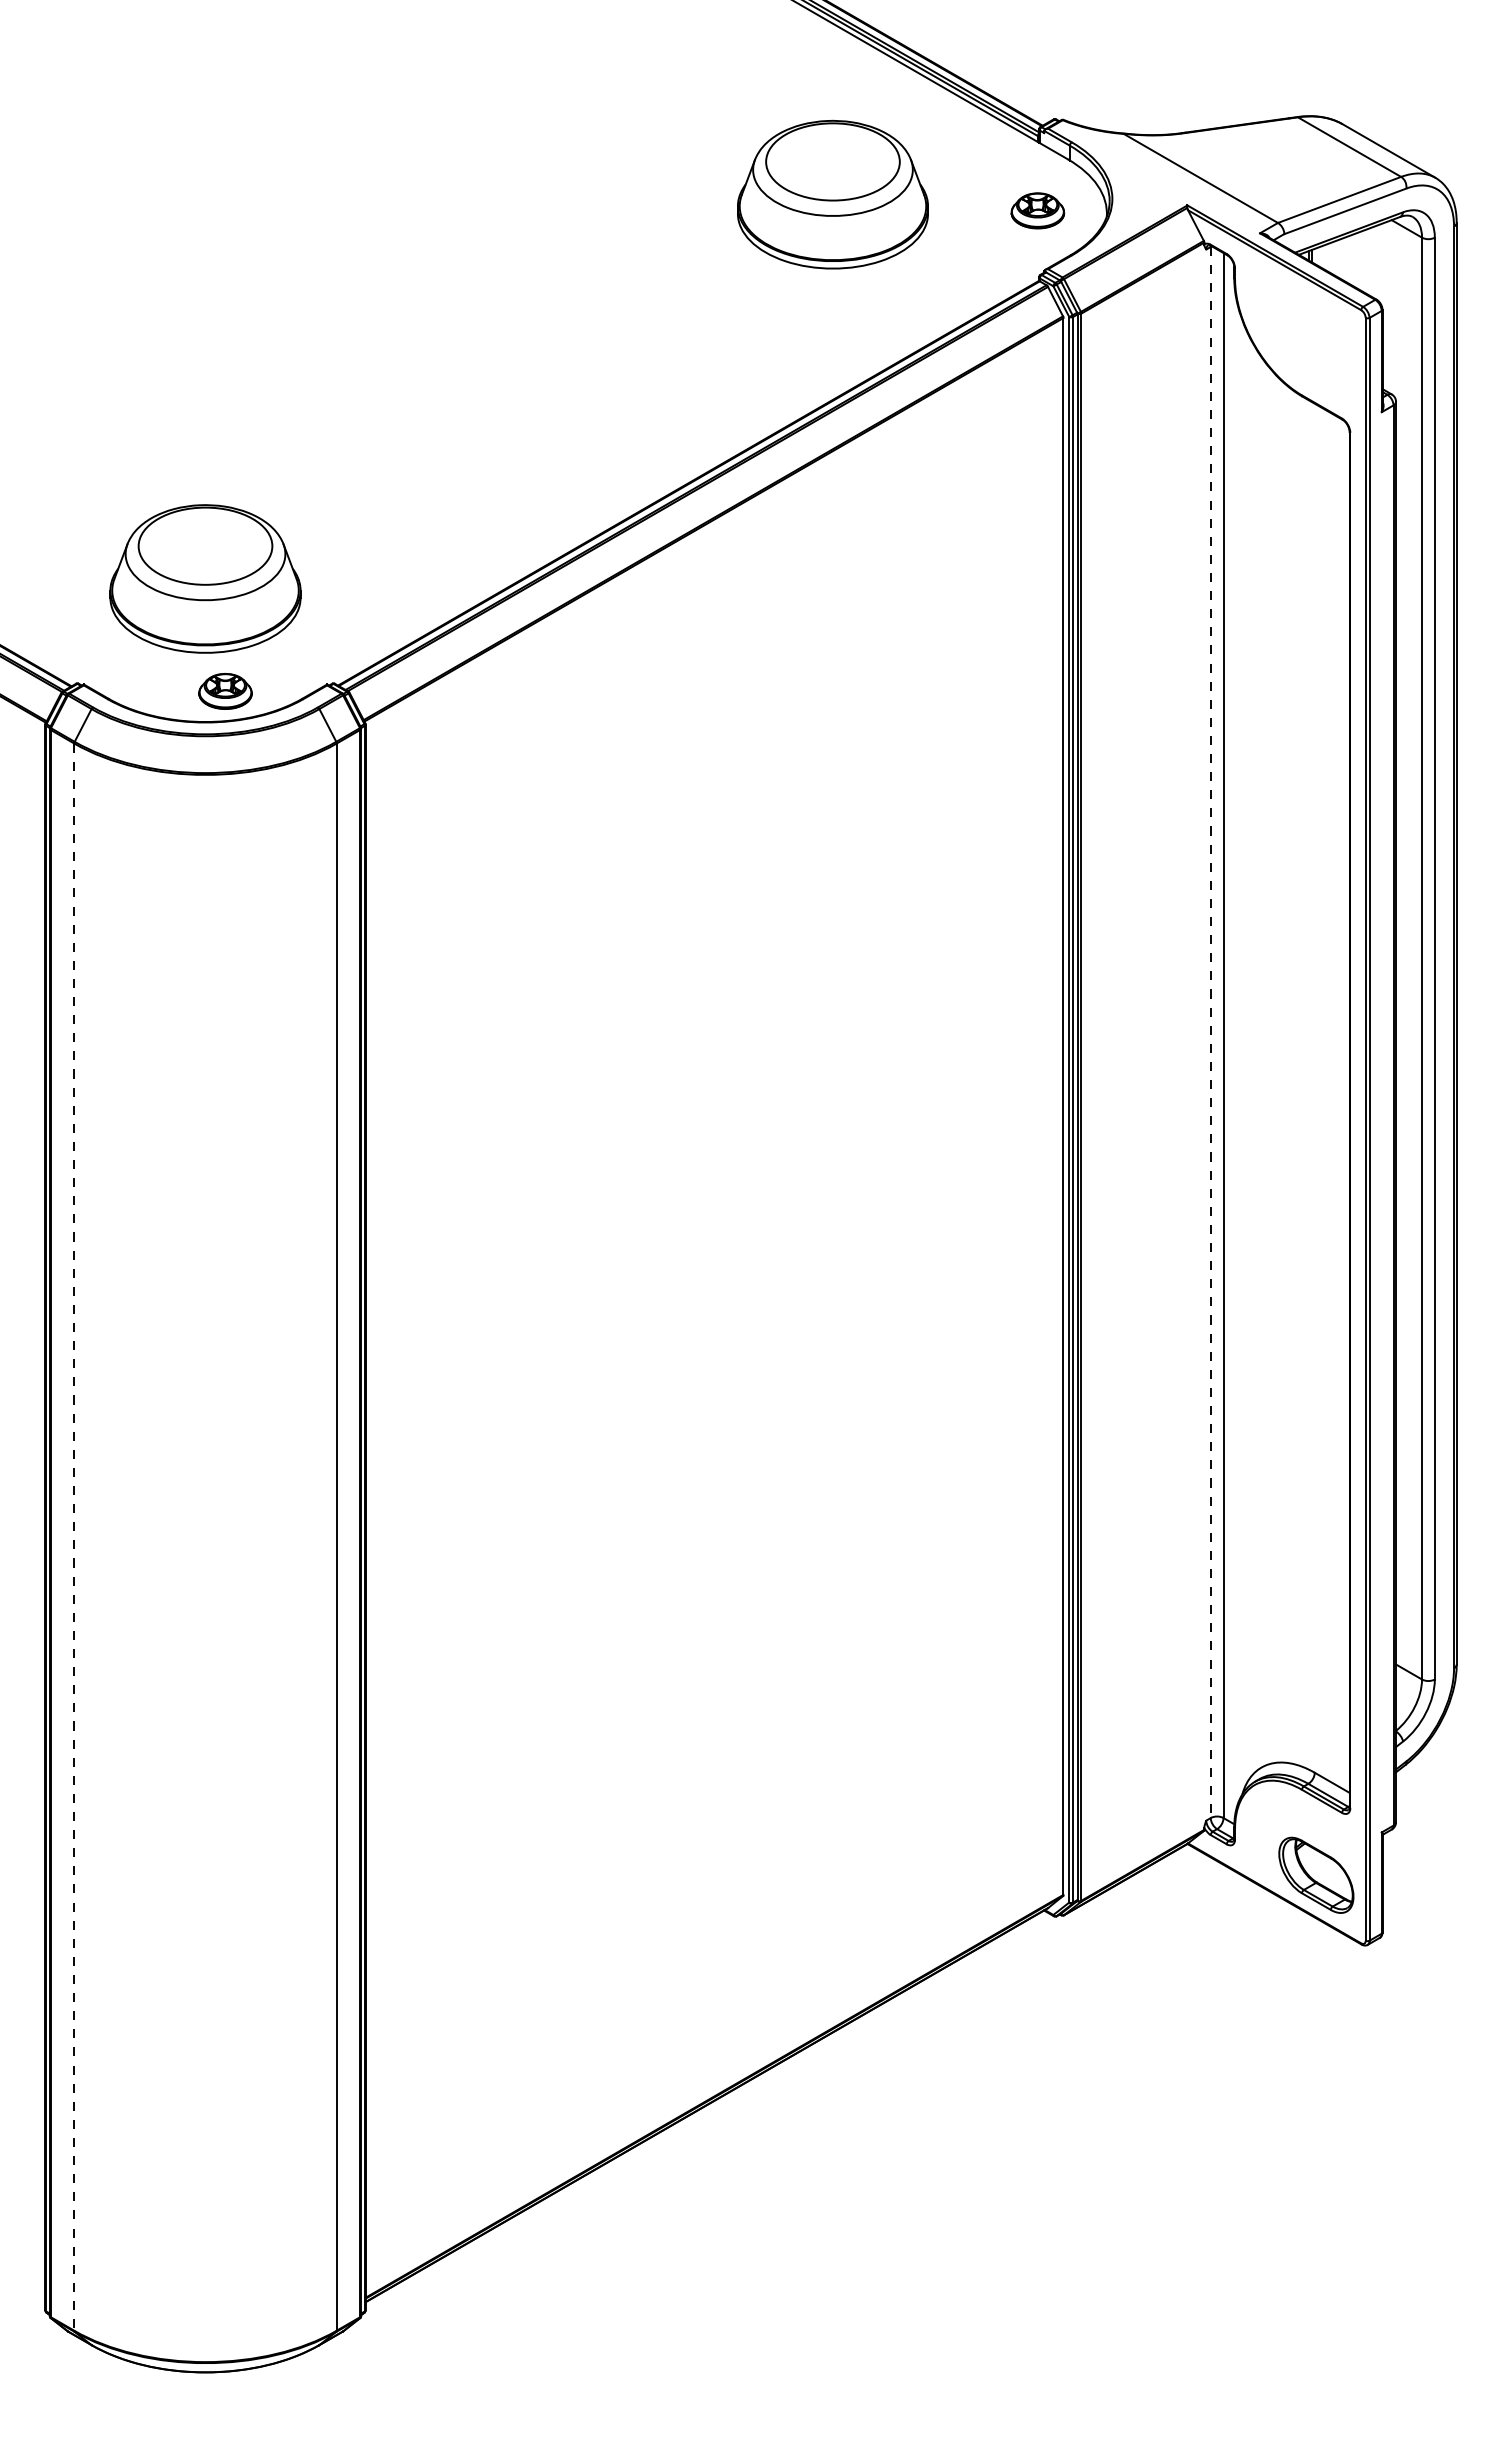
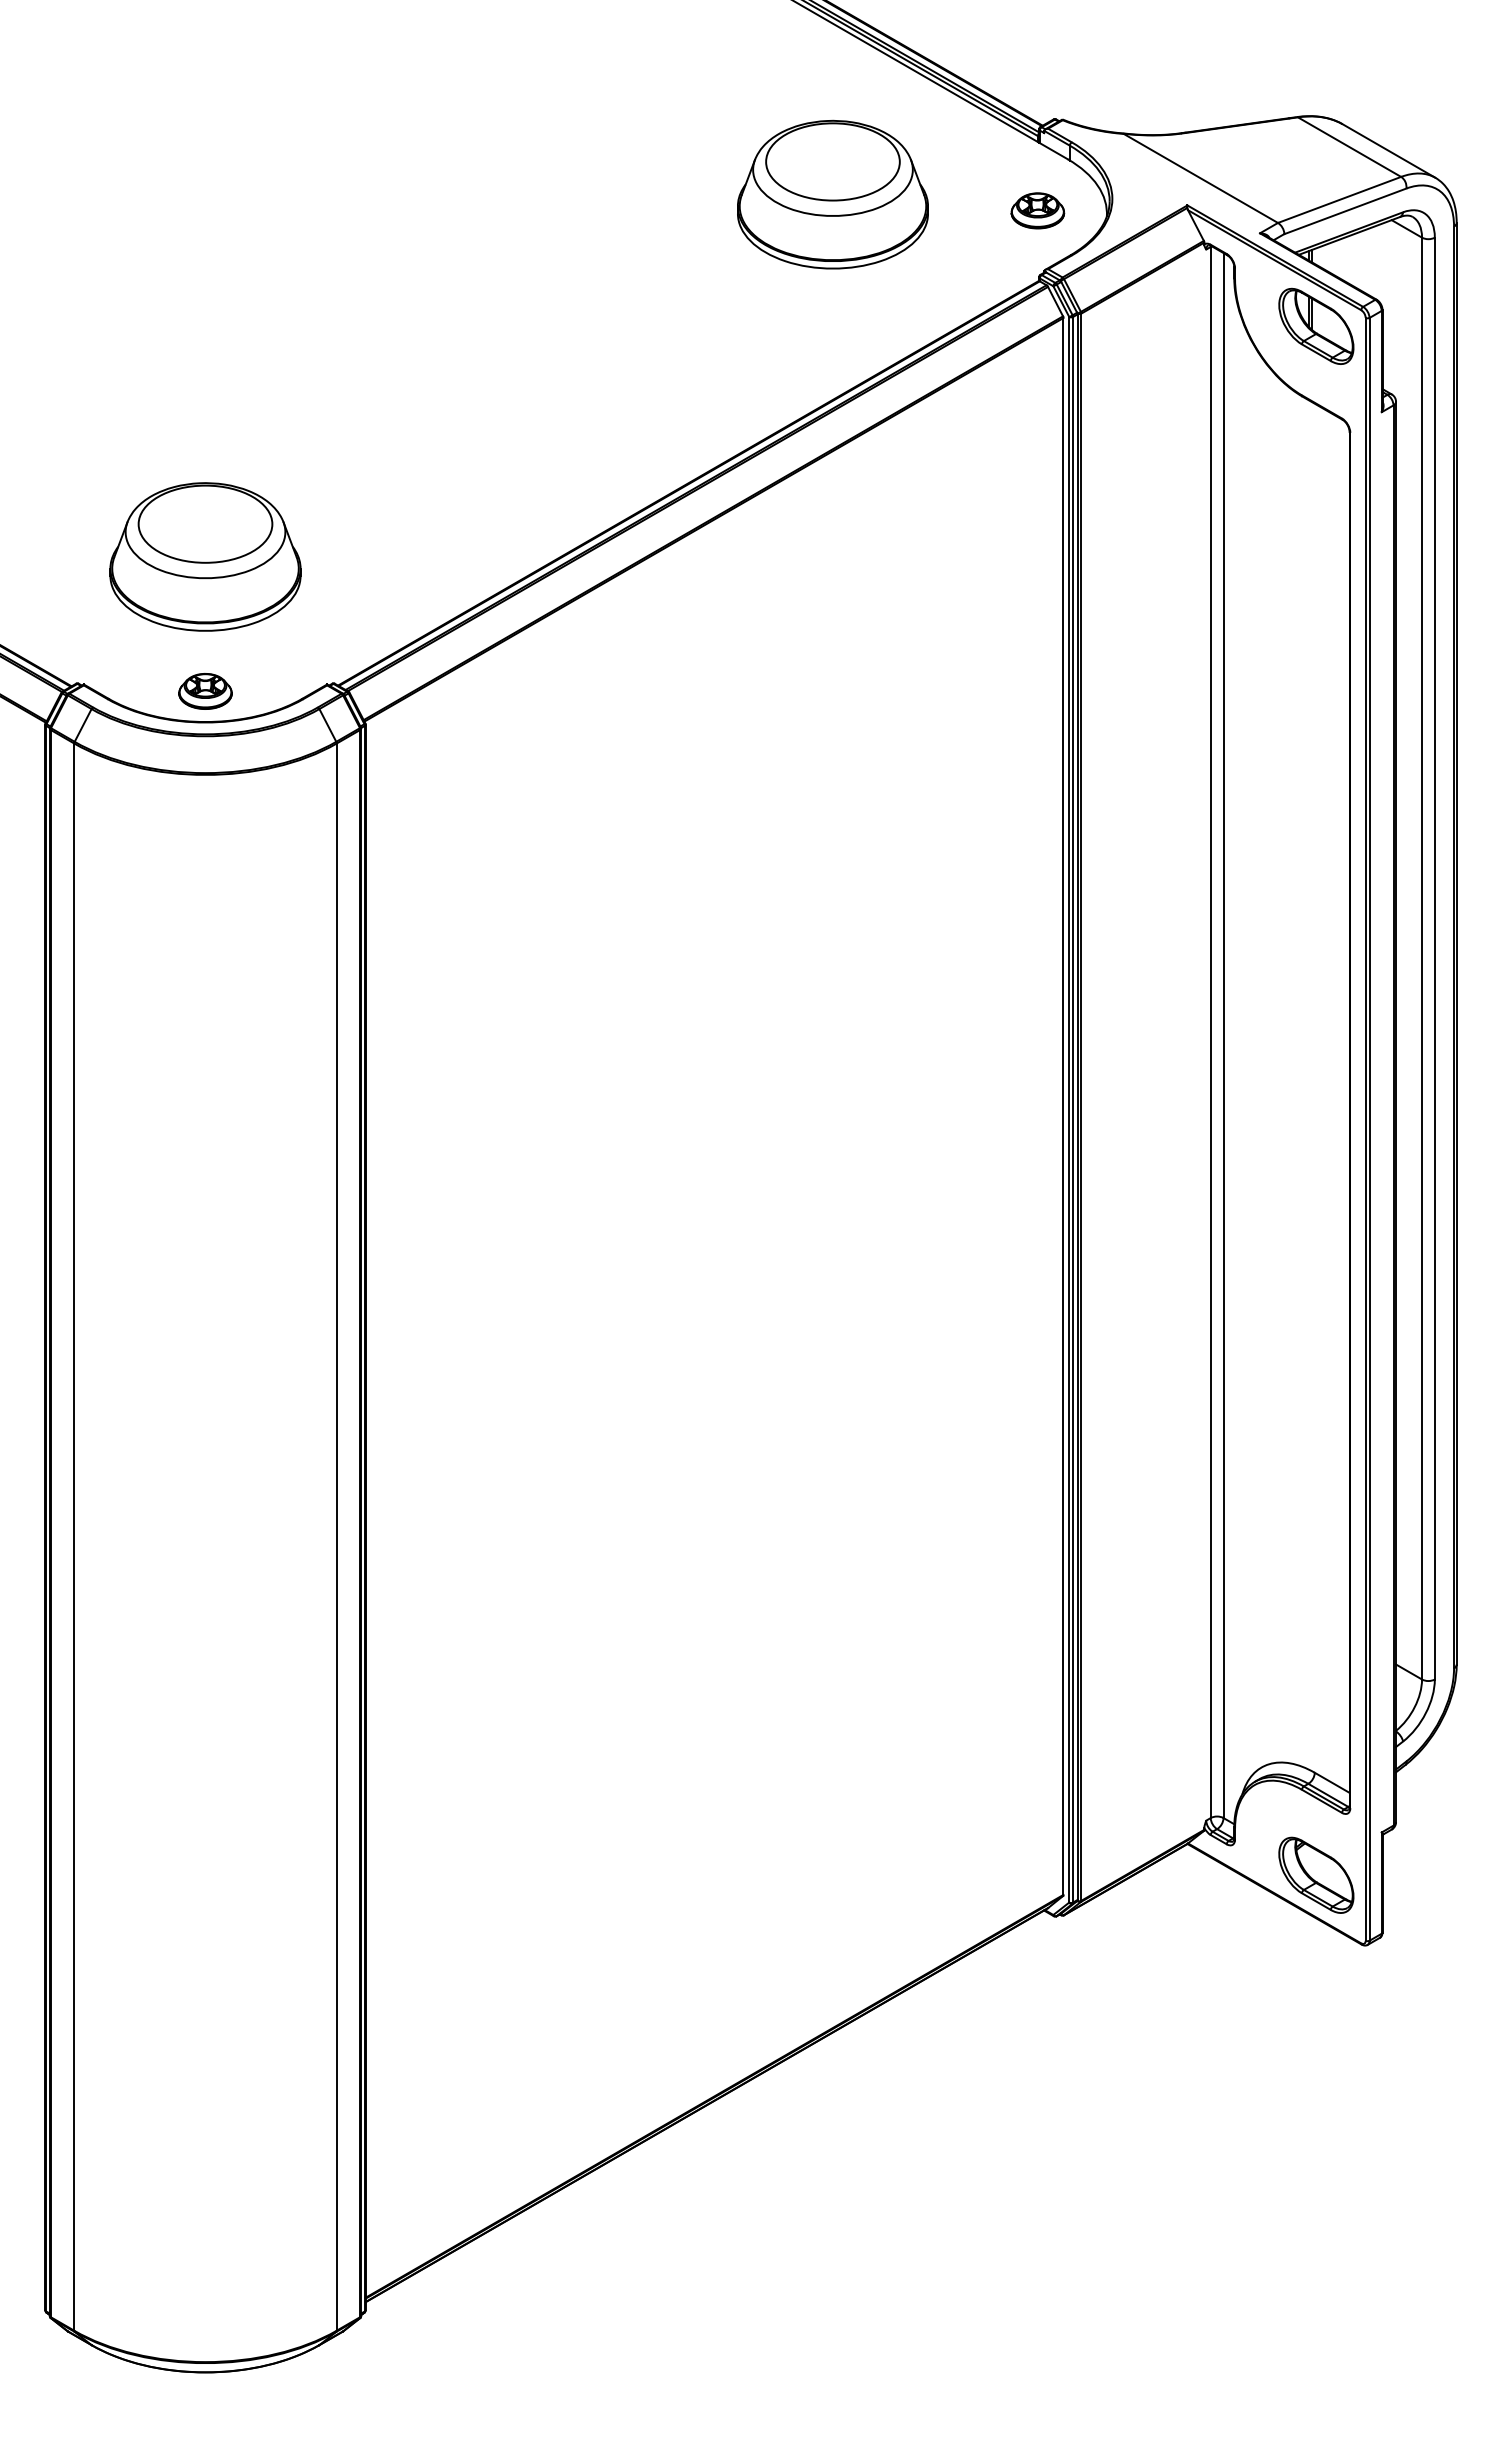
part at (1316, 325): none -> present
part at (205, 578) position: (205, 578) -> (205, 556)
part at (225, 691) position: (225, 691) -> (205, 691)
line at (1210, 1032): dashed -> solid
line at (74, 1537): dashed -> solid
